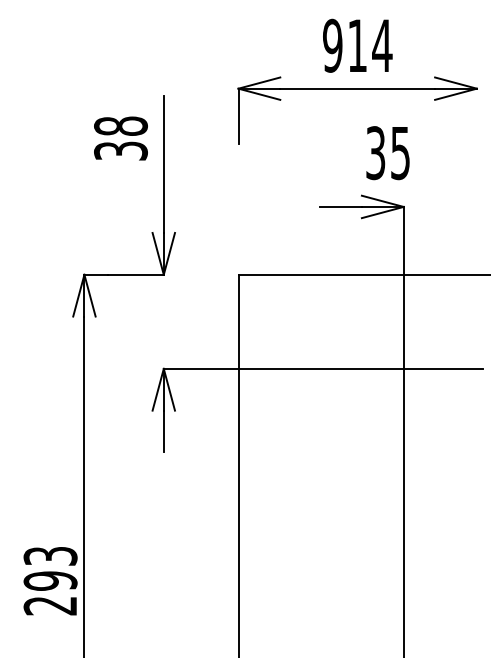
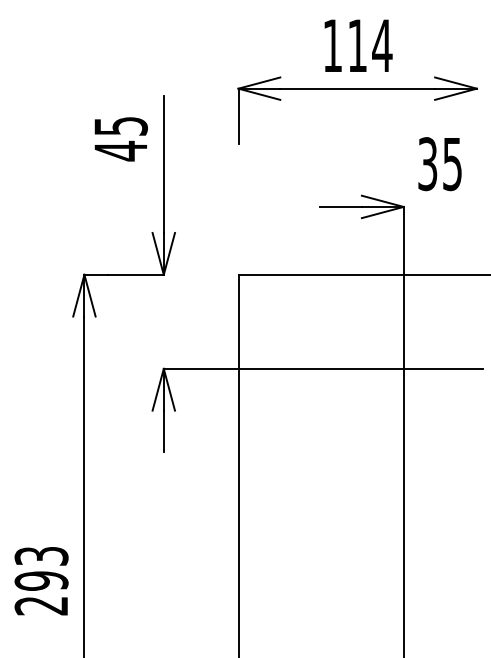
text at (332, 45): 914 -> 114
text at (120, 138): 38 -> 45
text at (387, 153) position: (387, 153) -> (439, 164)
text at (50, 581) position: (50, 581) -> (41, 581)
